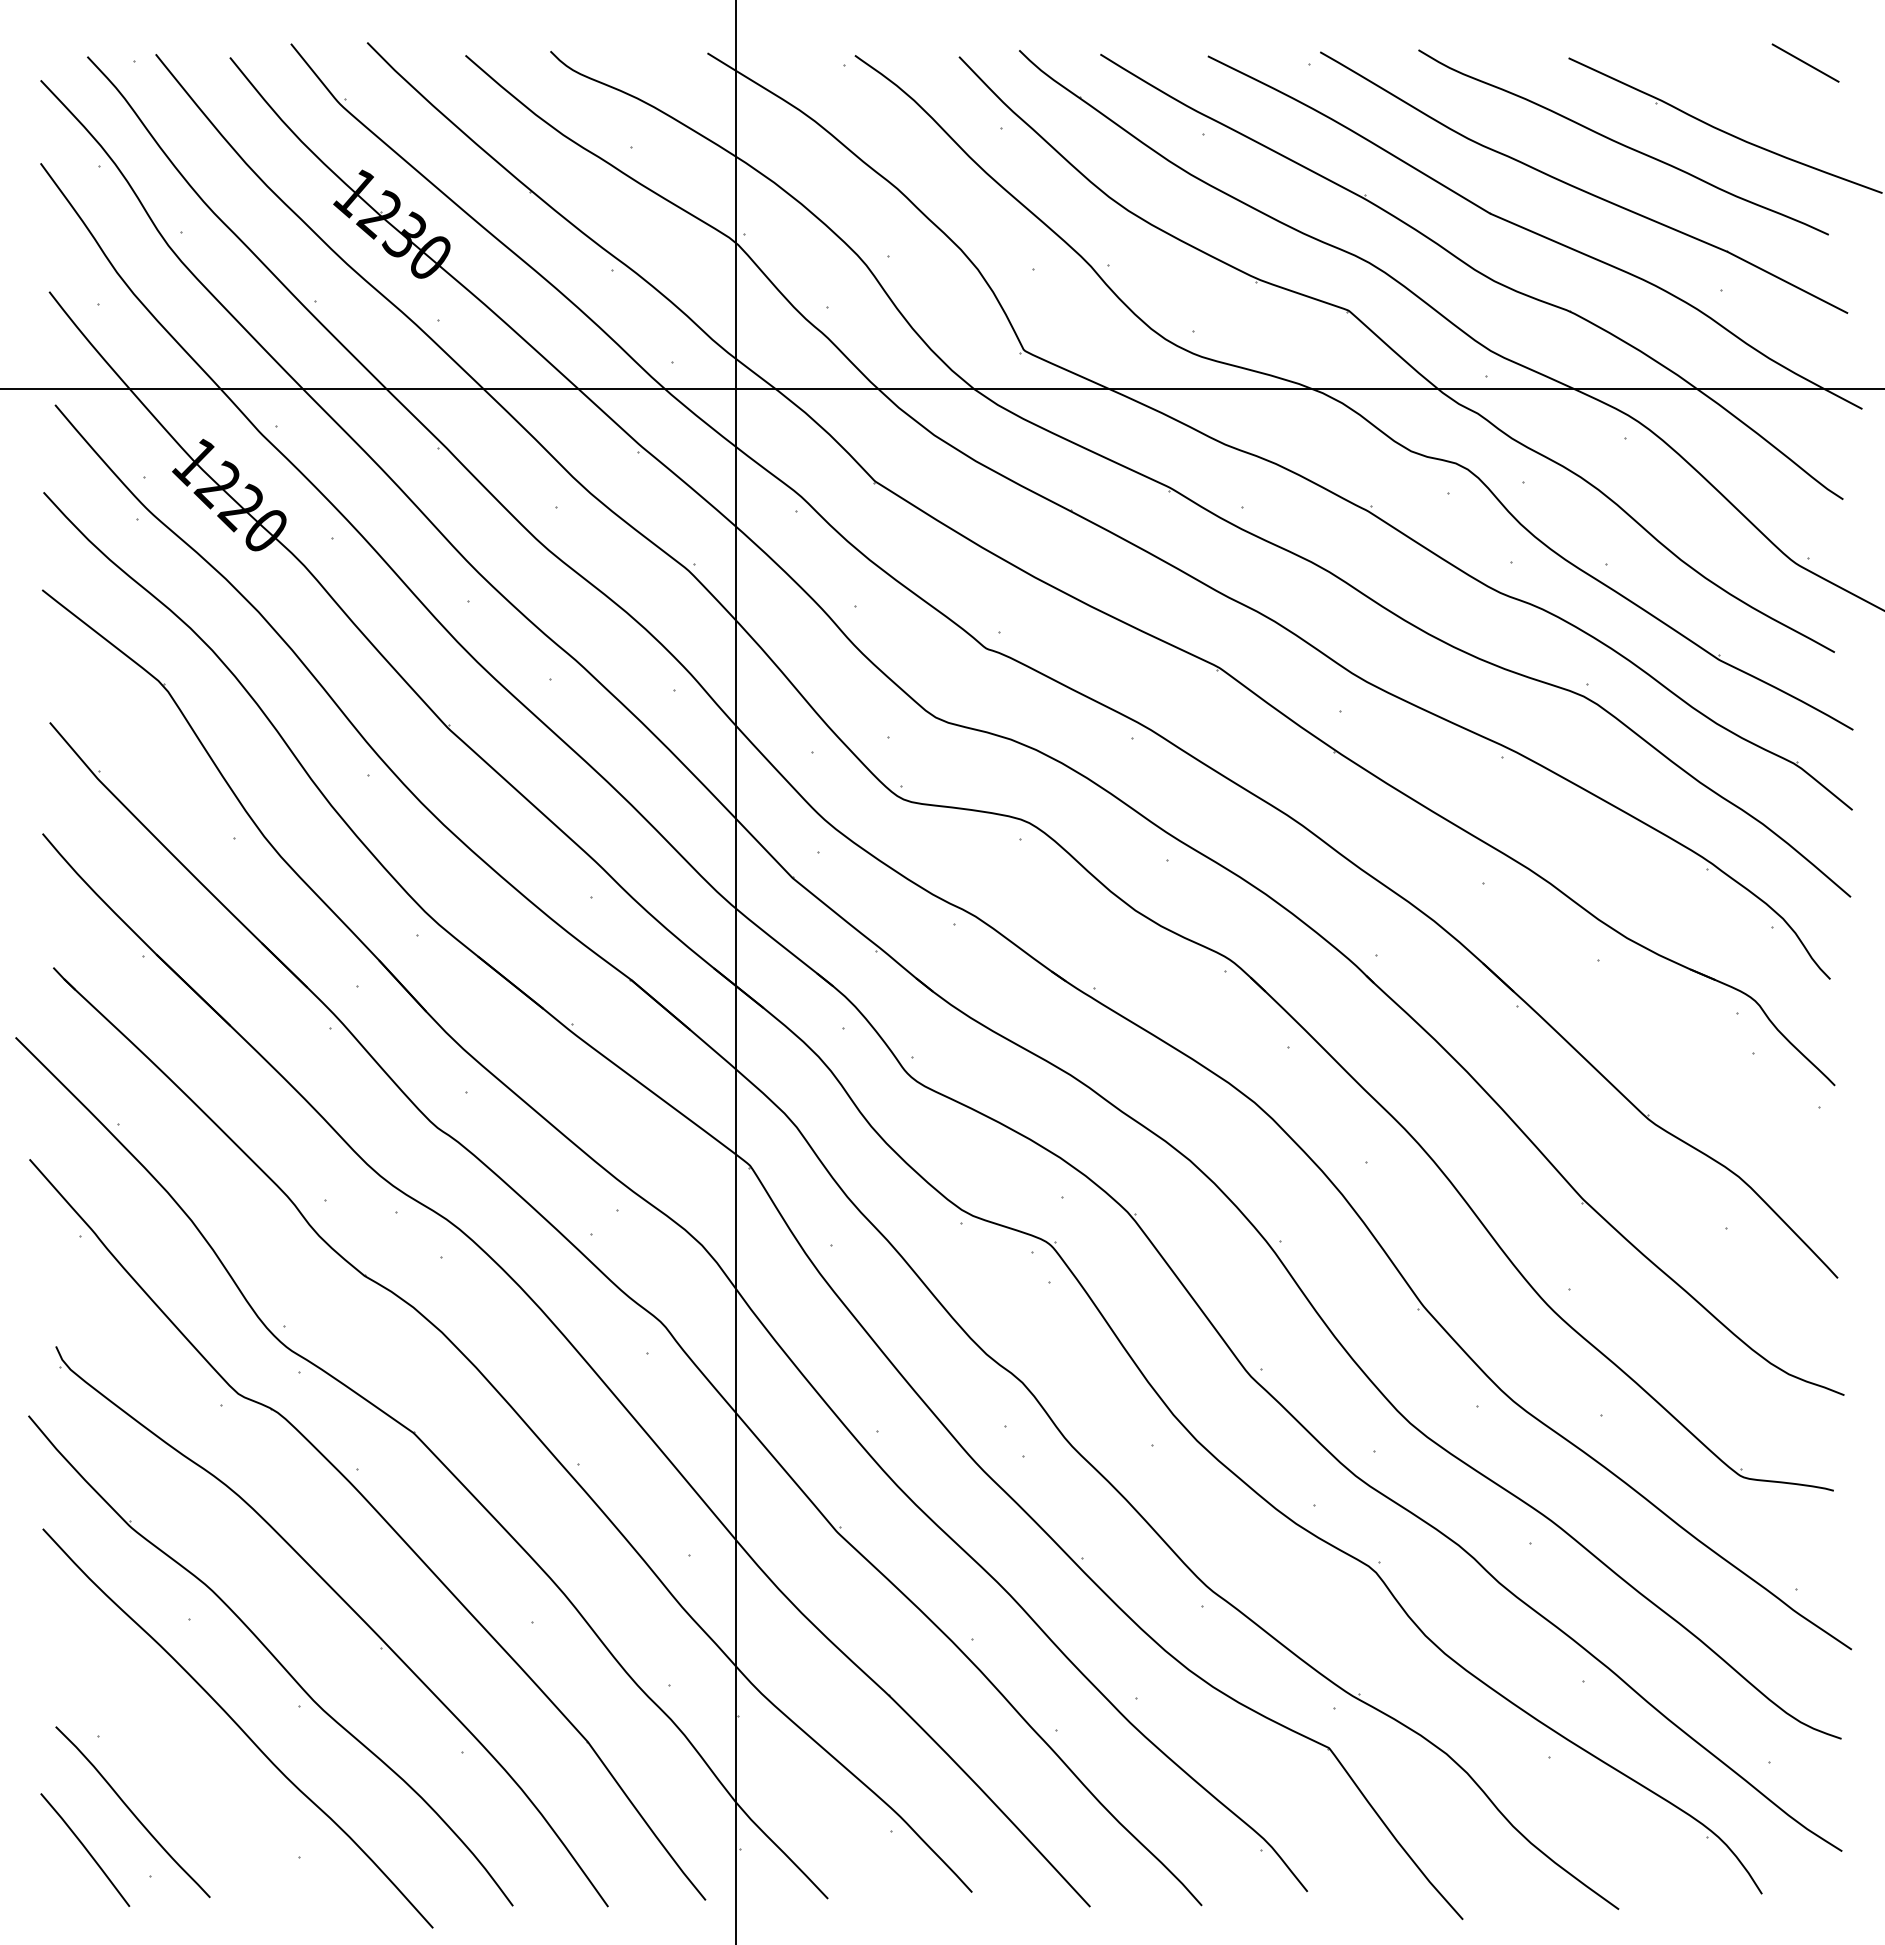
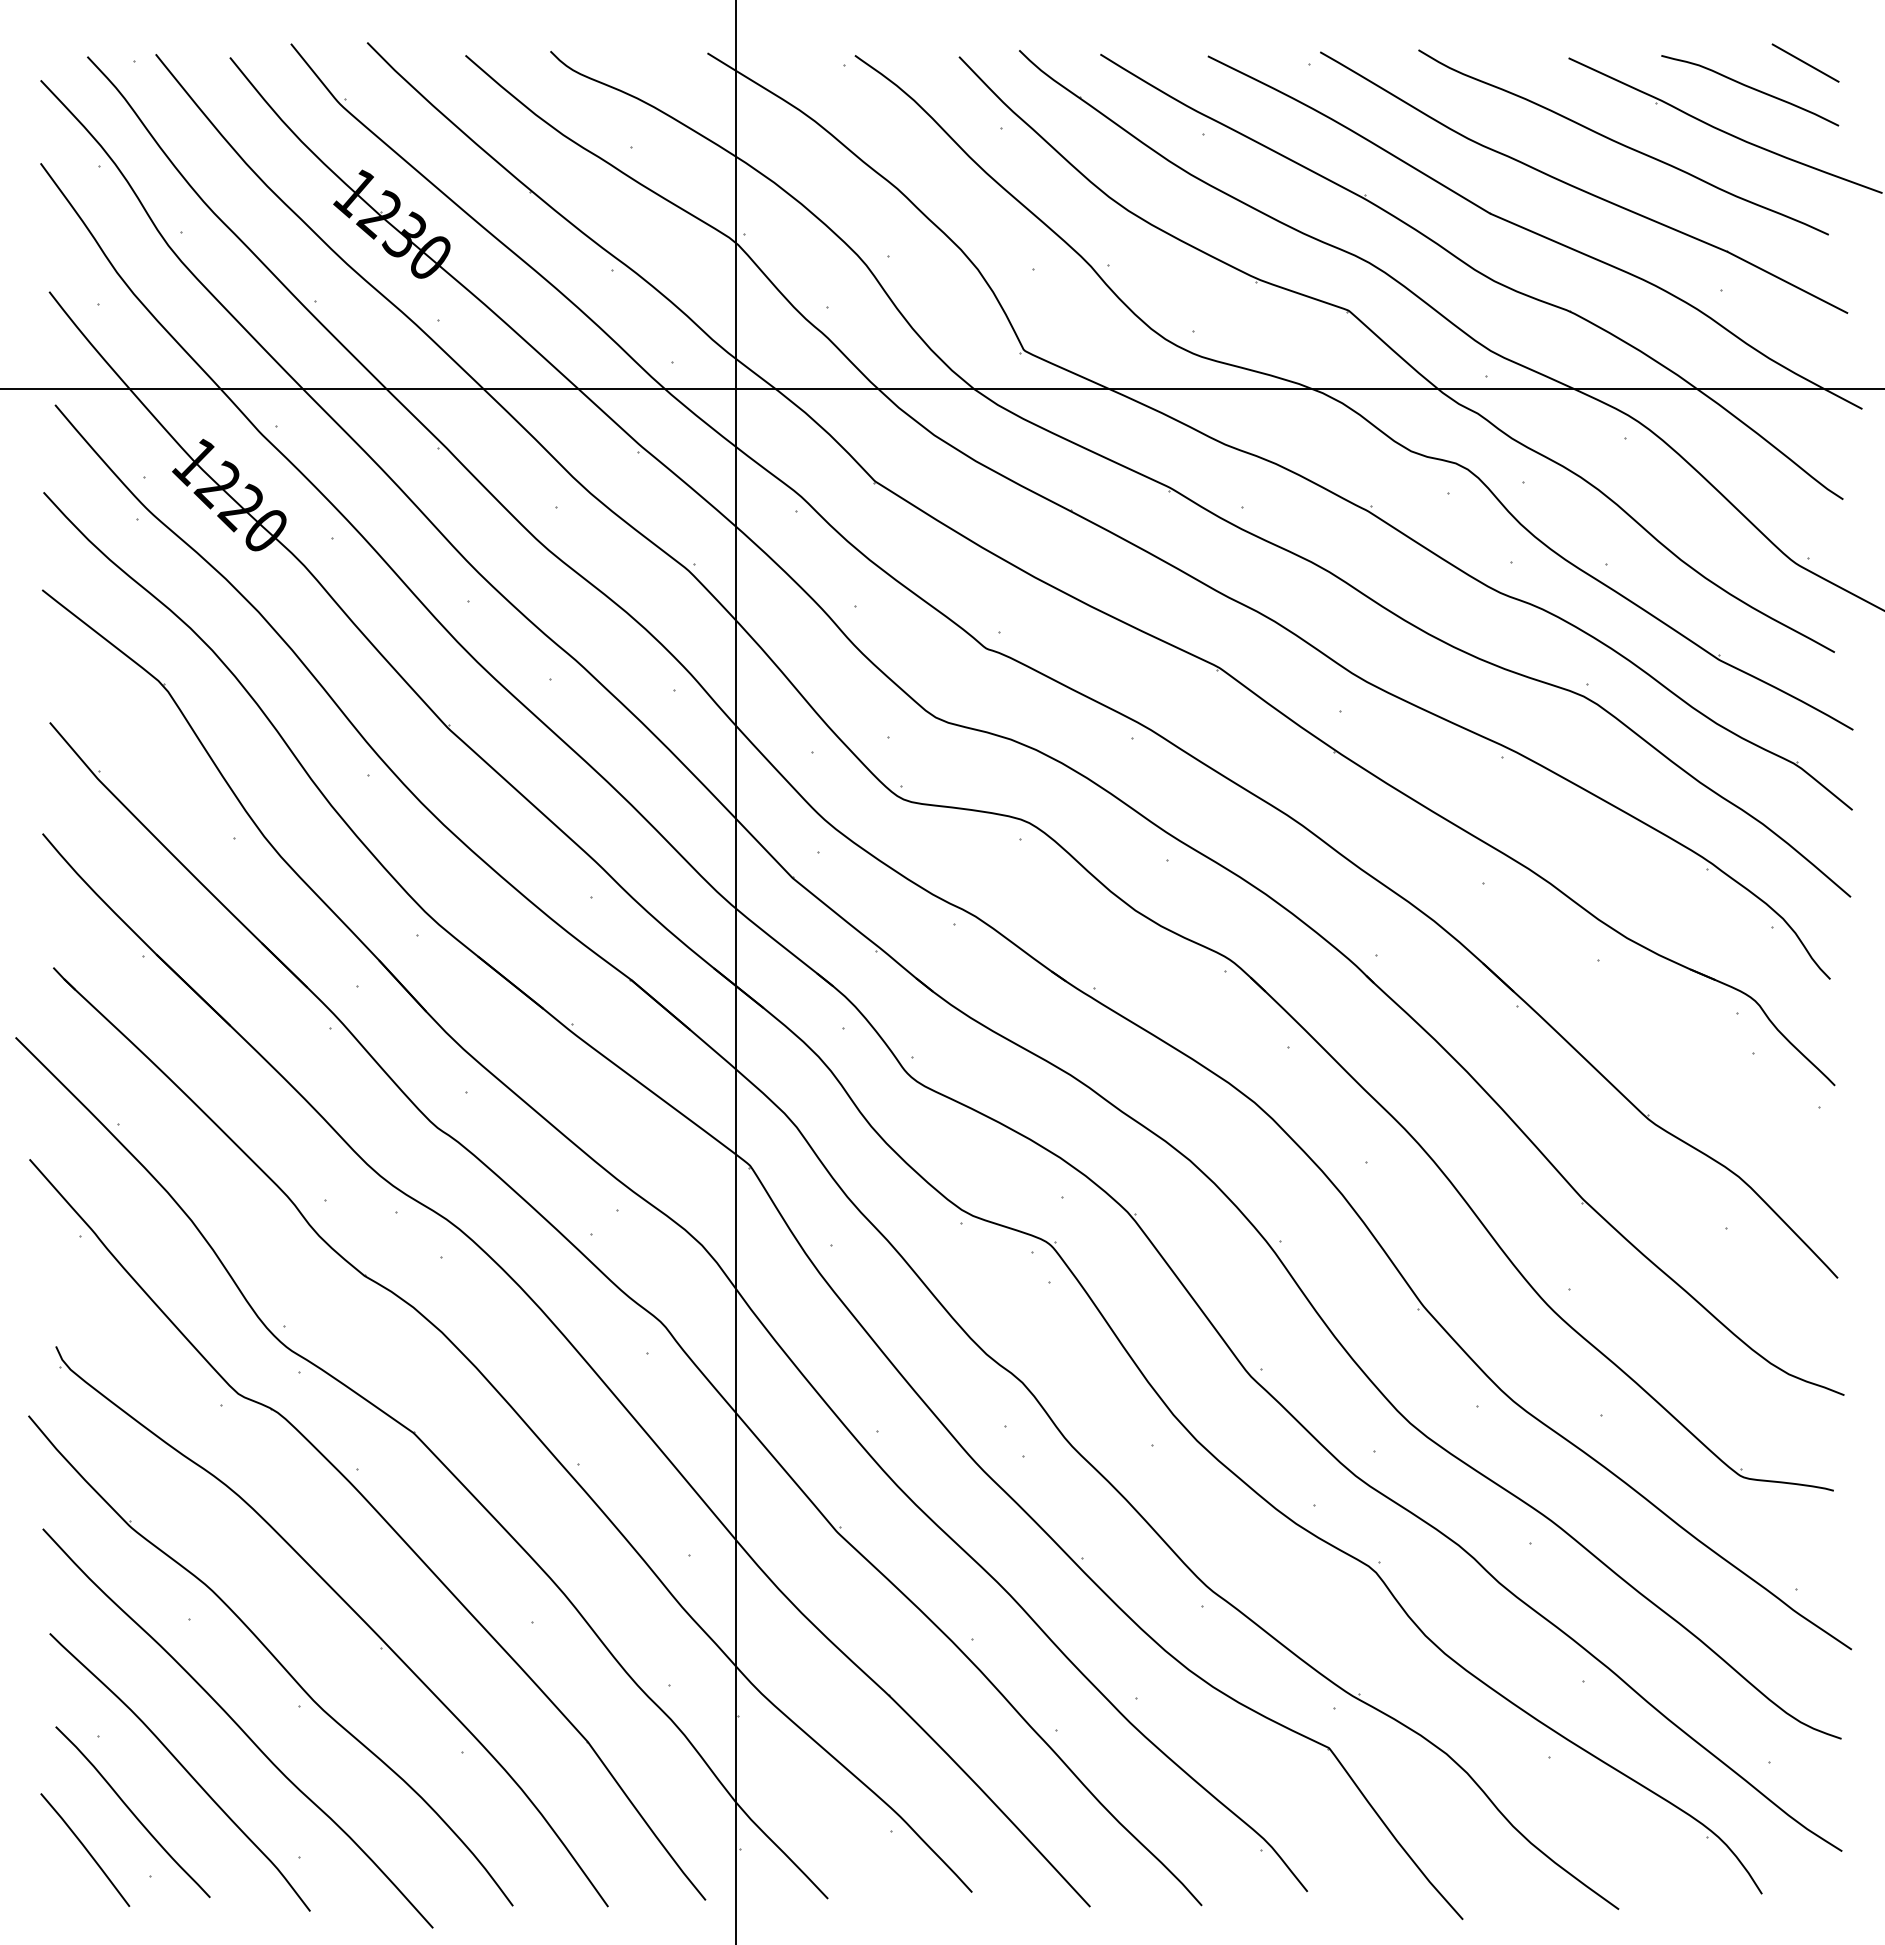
curve at (1750, 88): none -> present
curve at (183, 1768): none -> present
